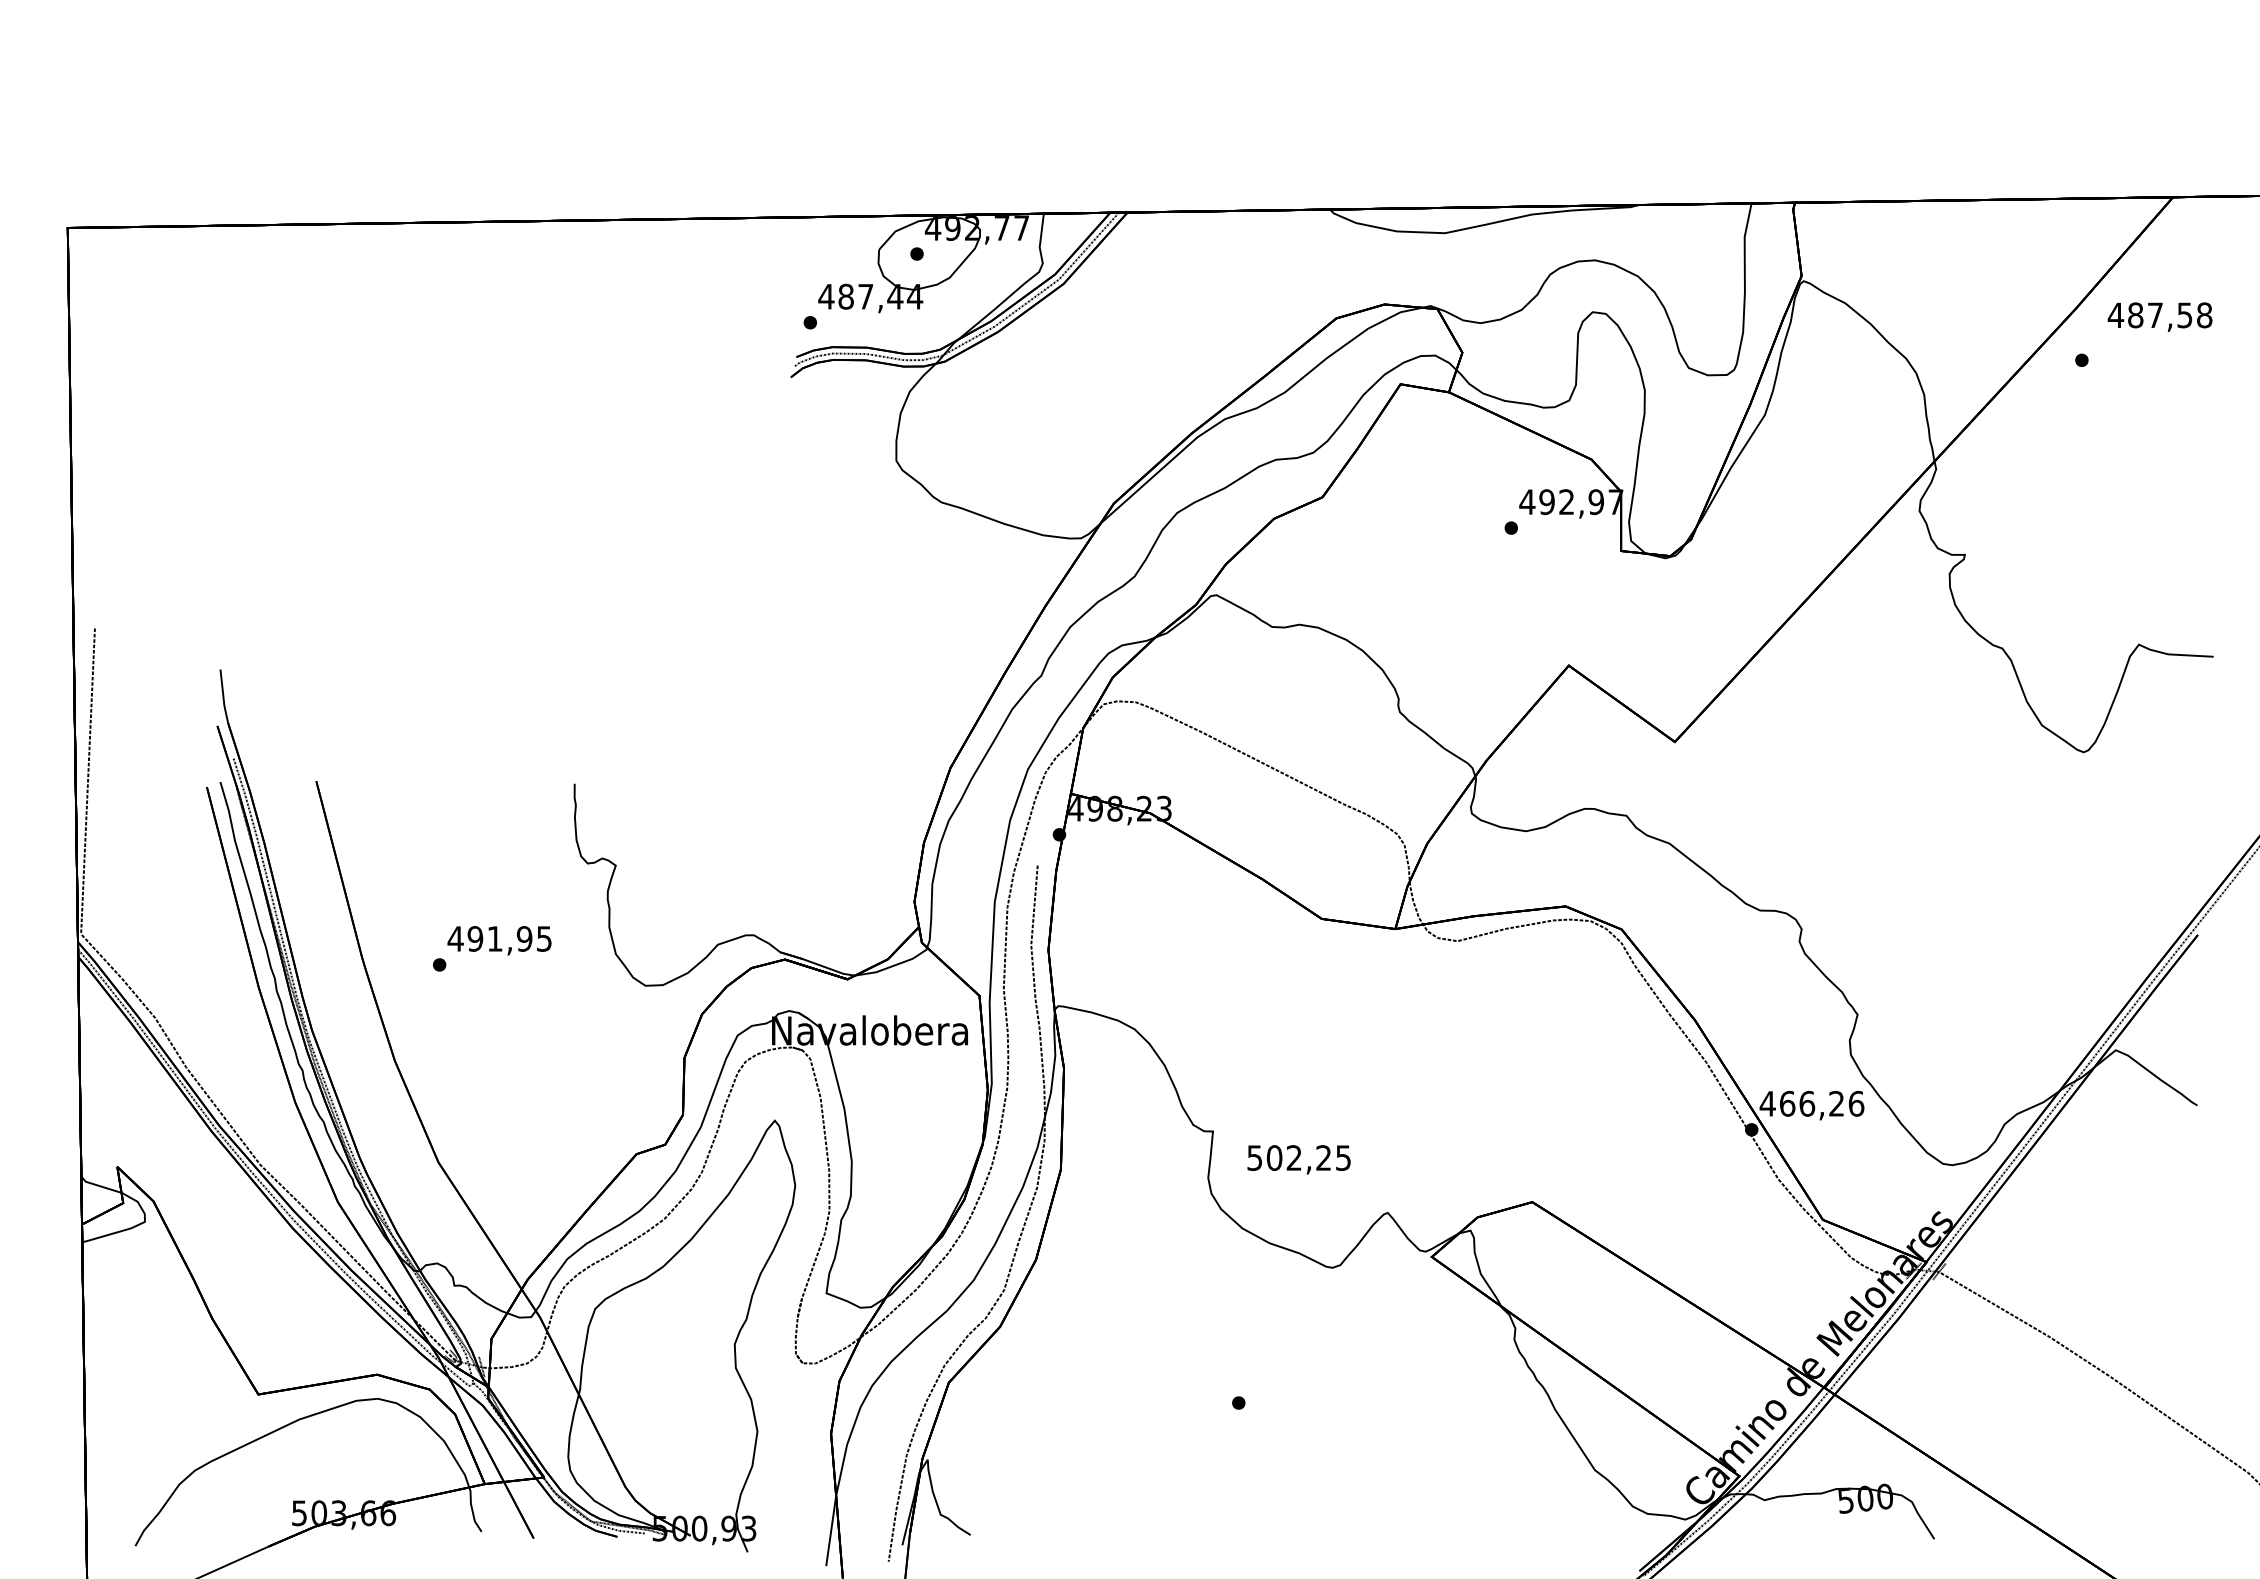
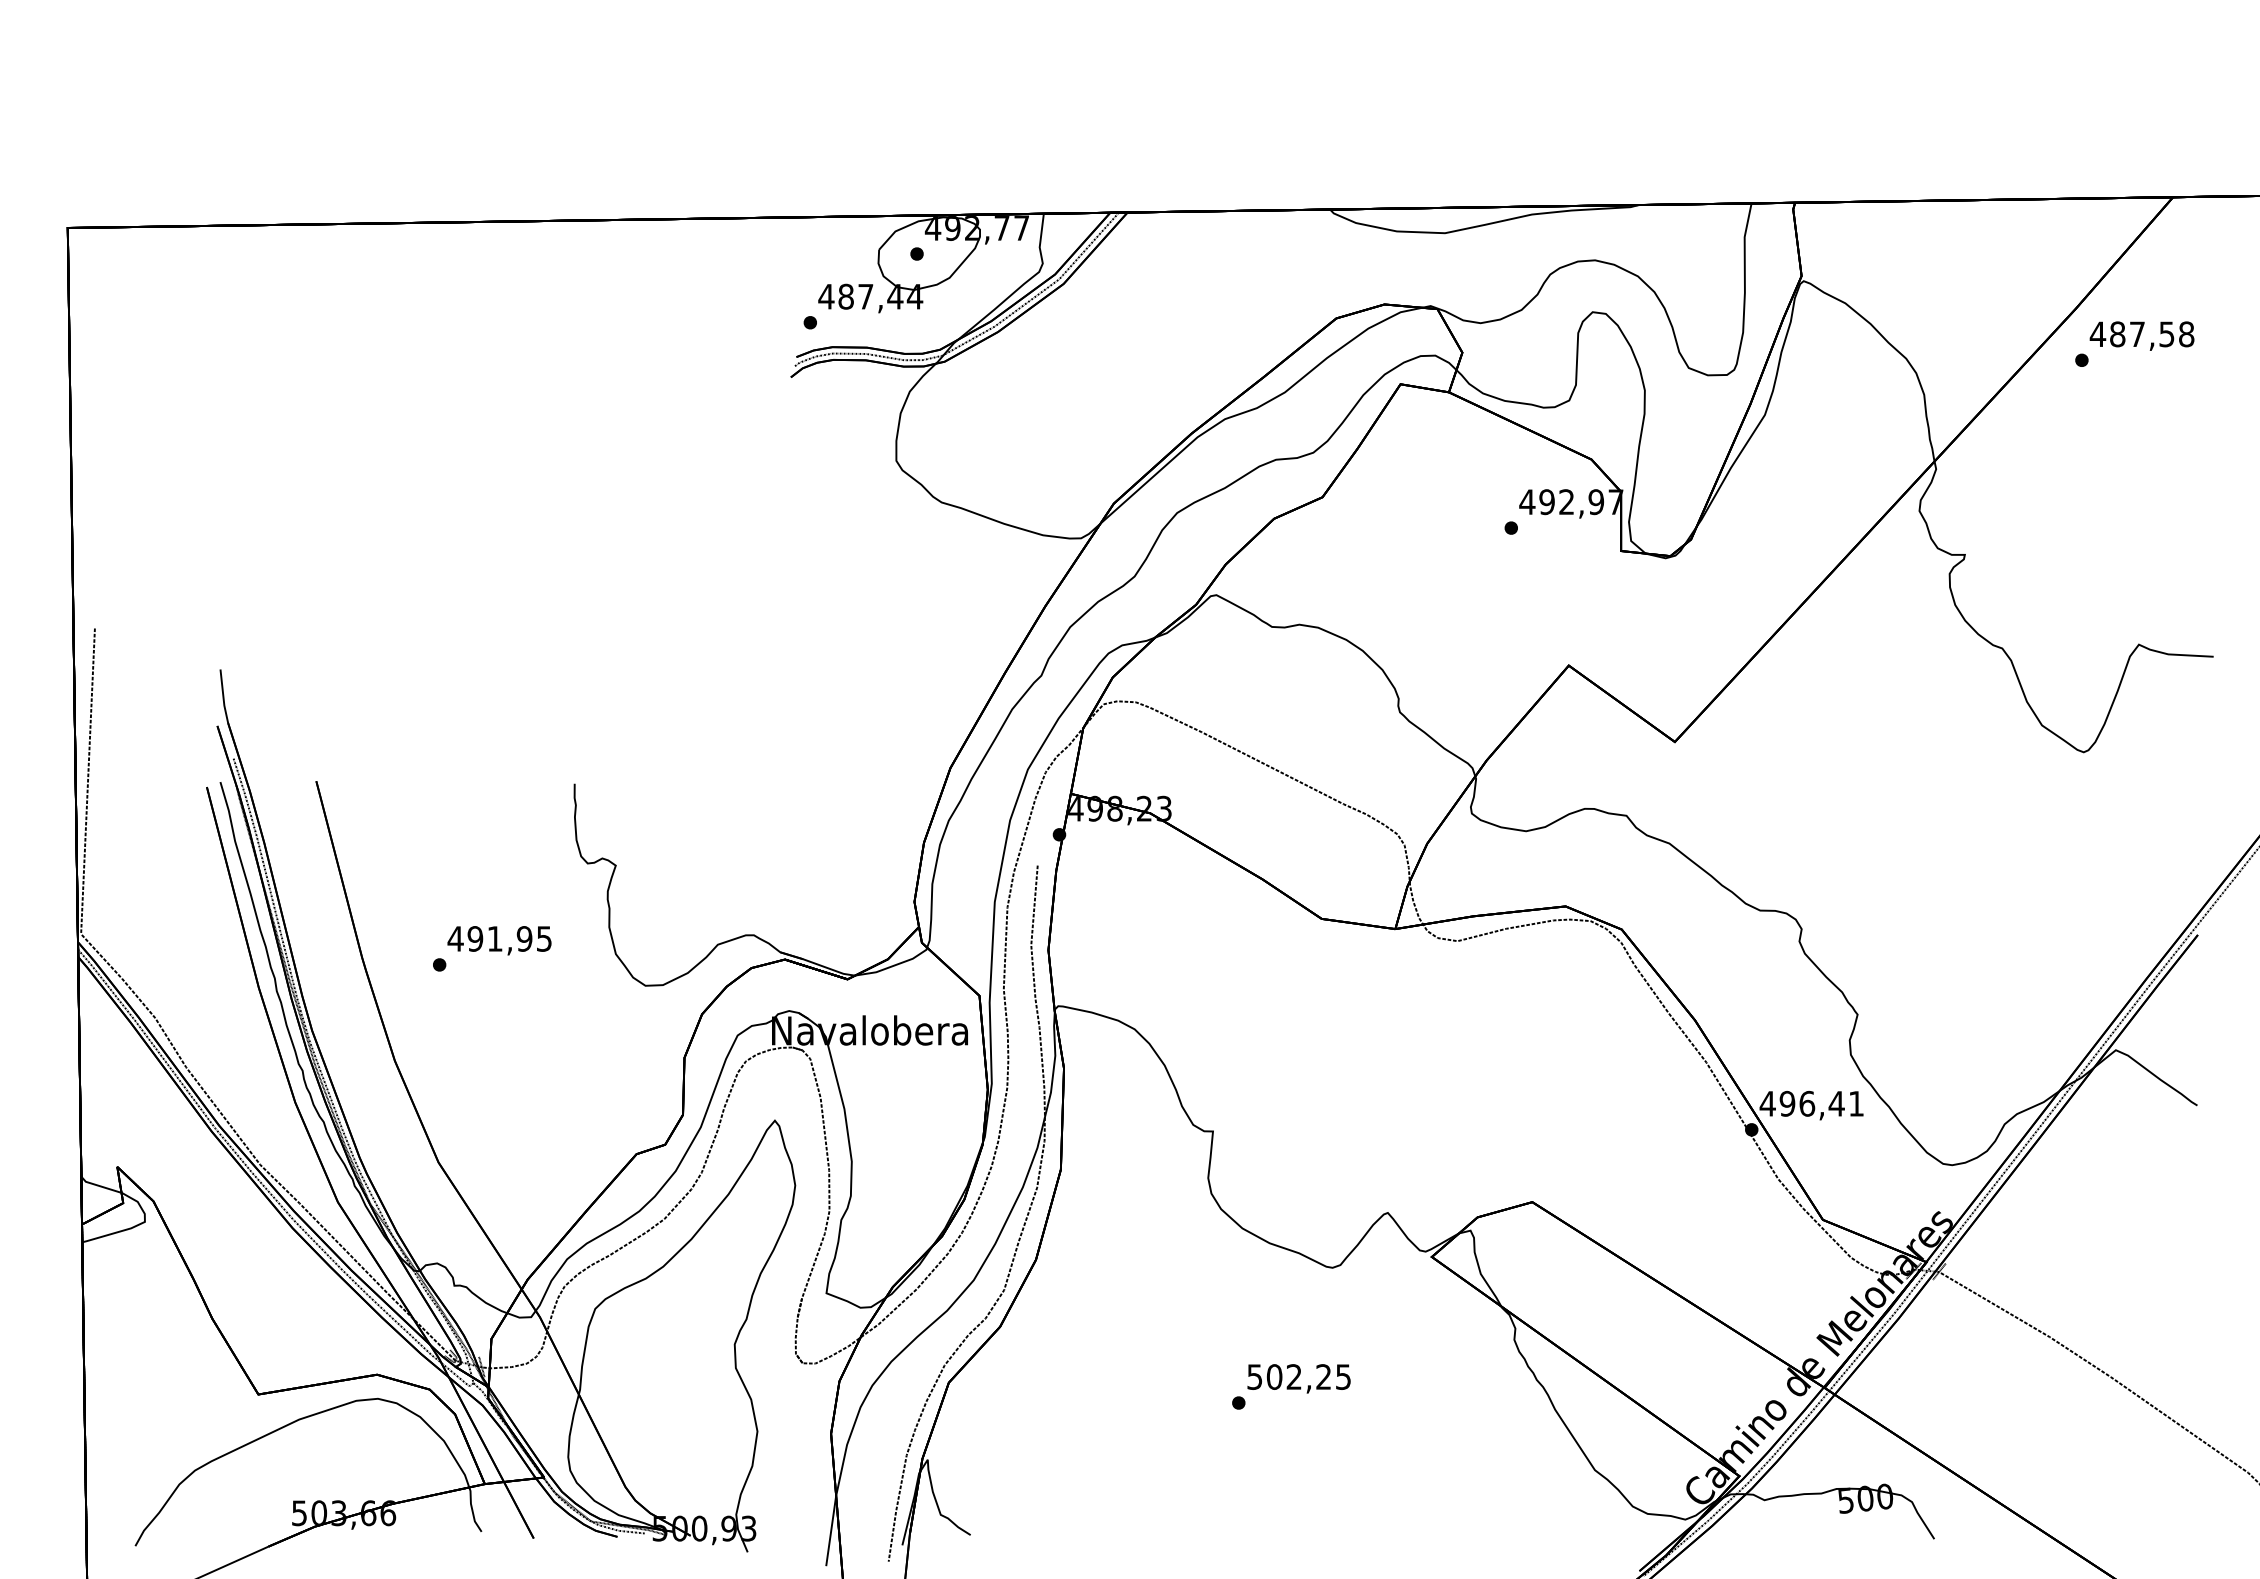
text at (2159, 316) position: (2159, 316) -> (2141, 335)
text at (1821, 1103): 466,26 -> 496,41
text at (1298, 1159) position: (1298, 1159) -> (1298, 1378)
